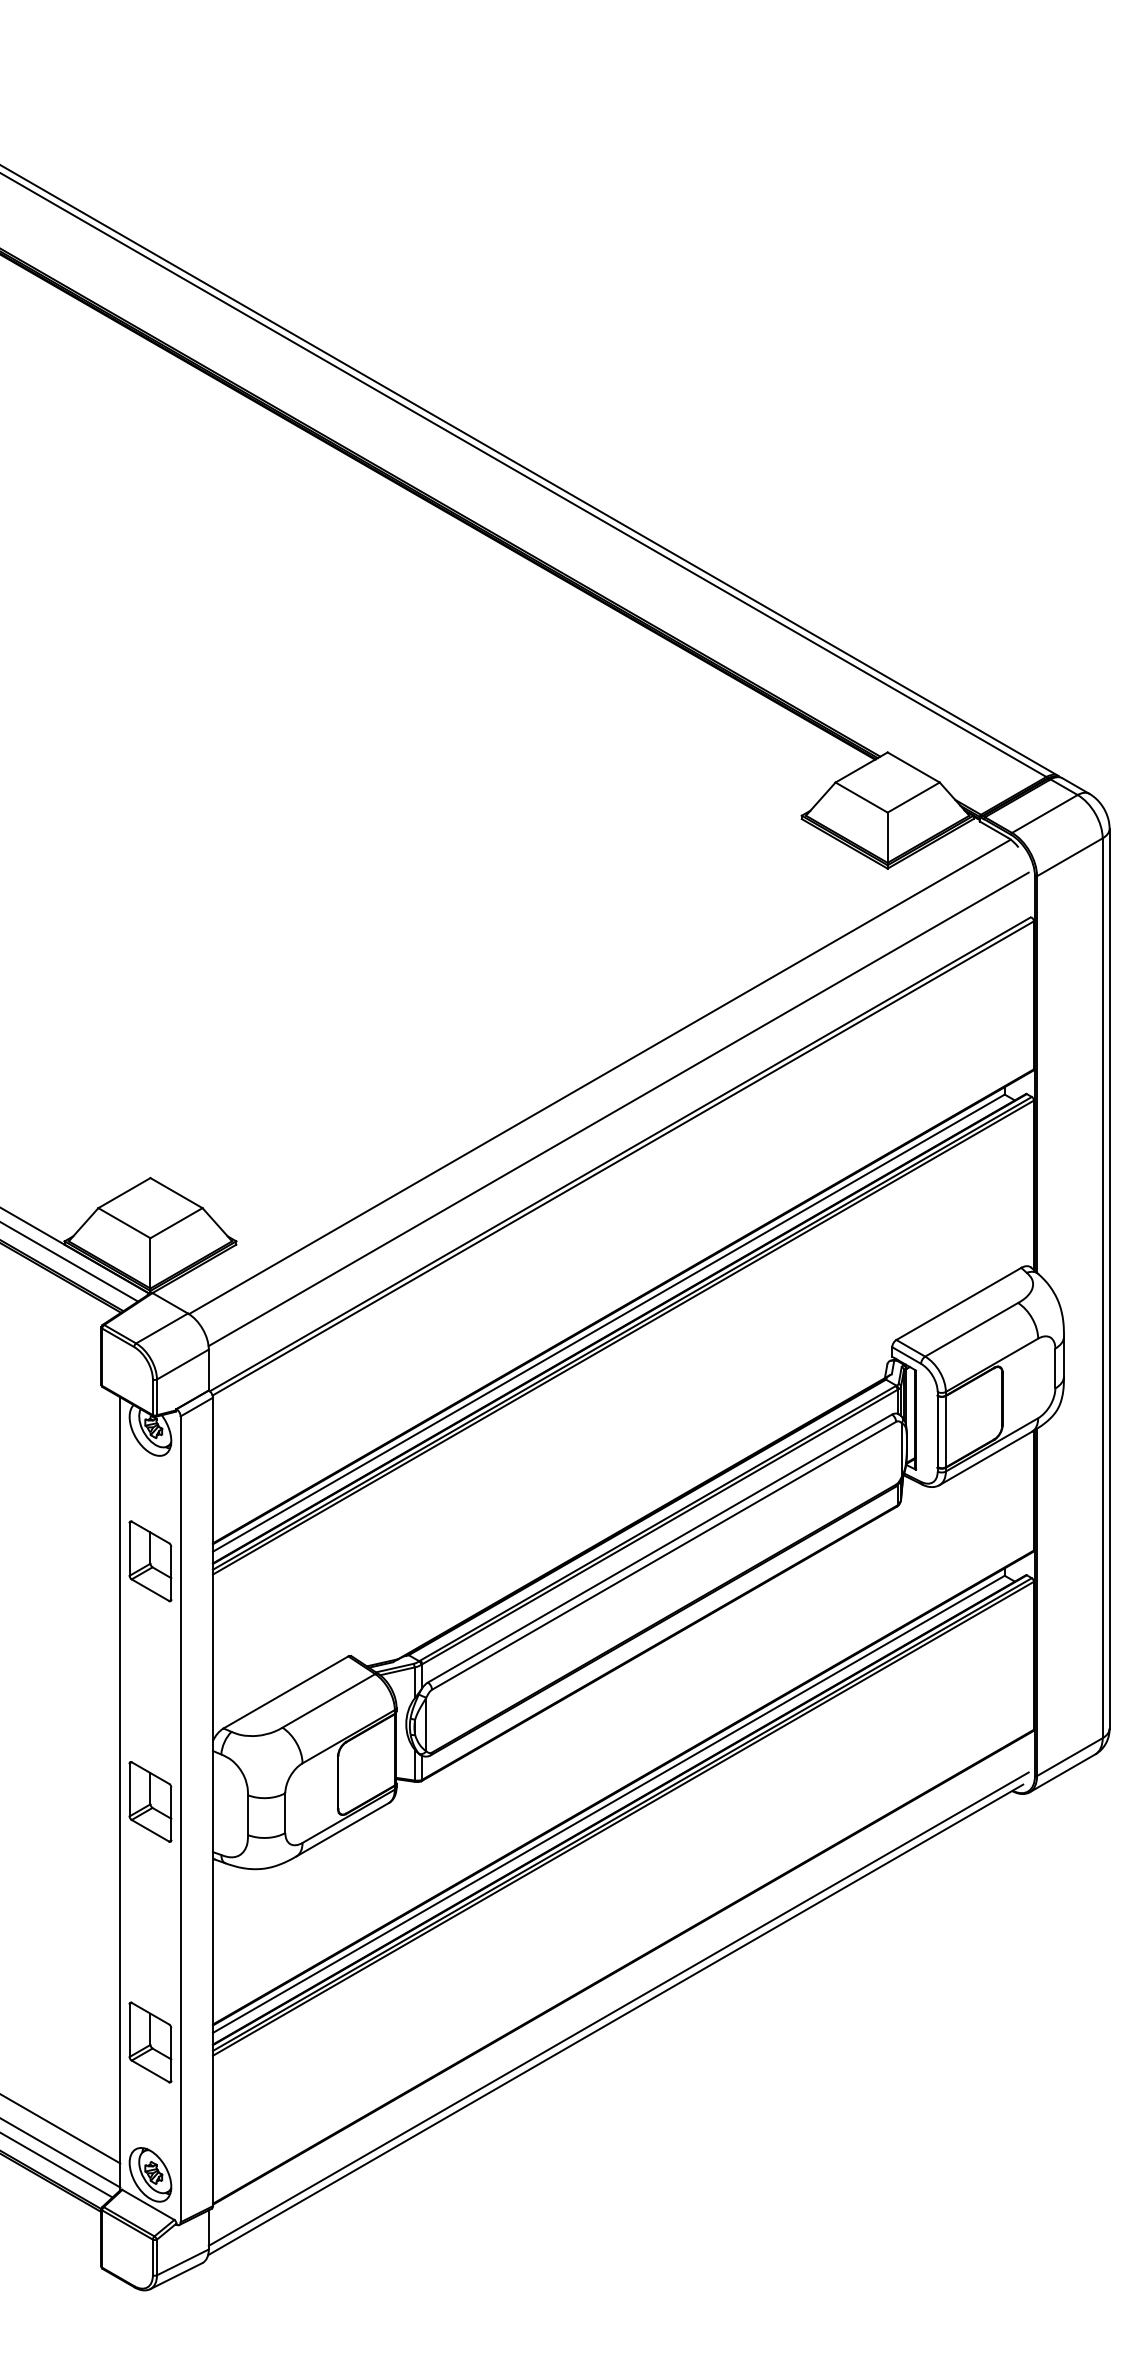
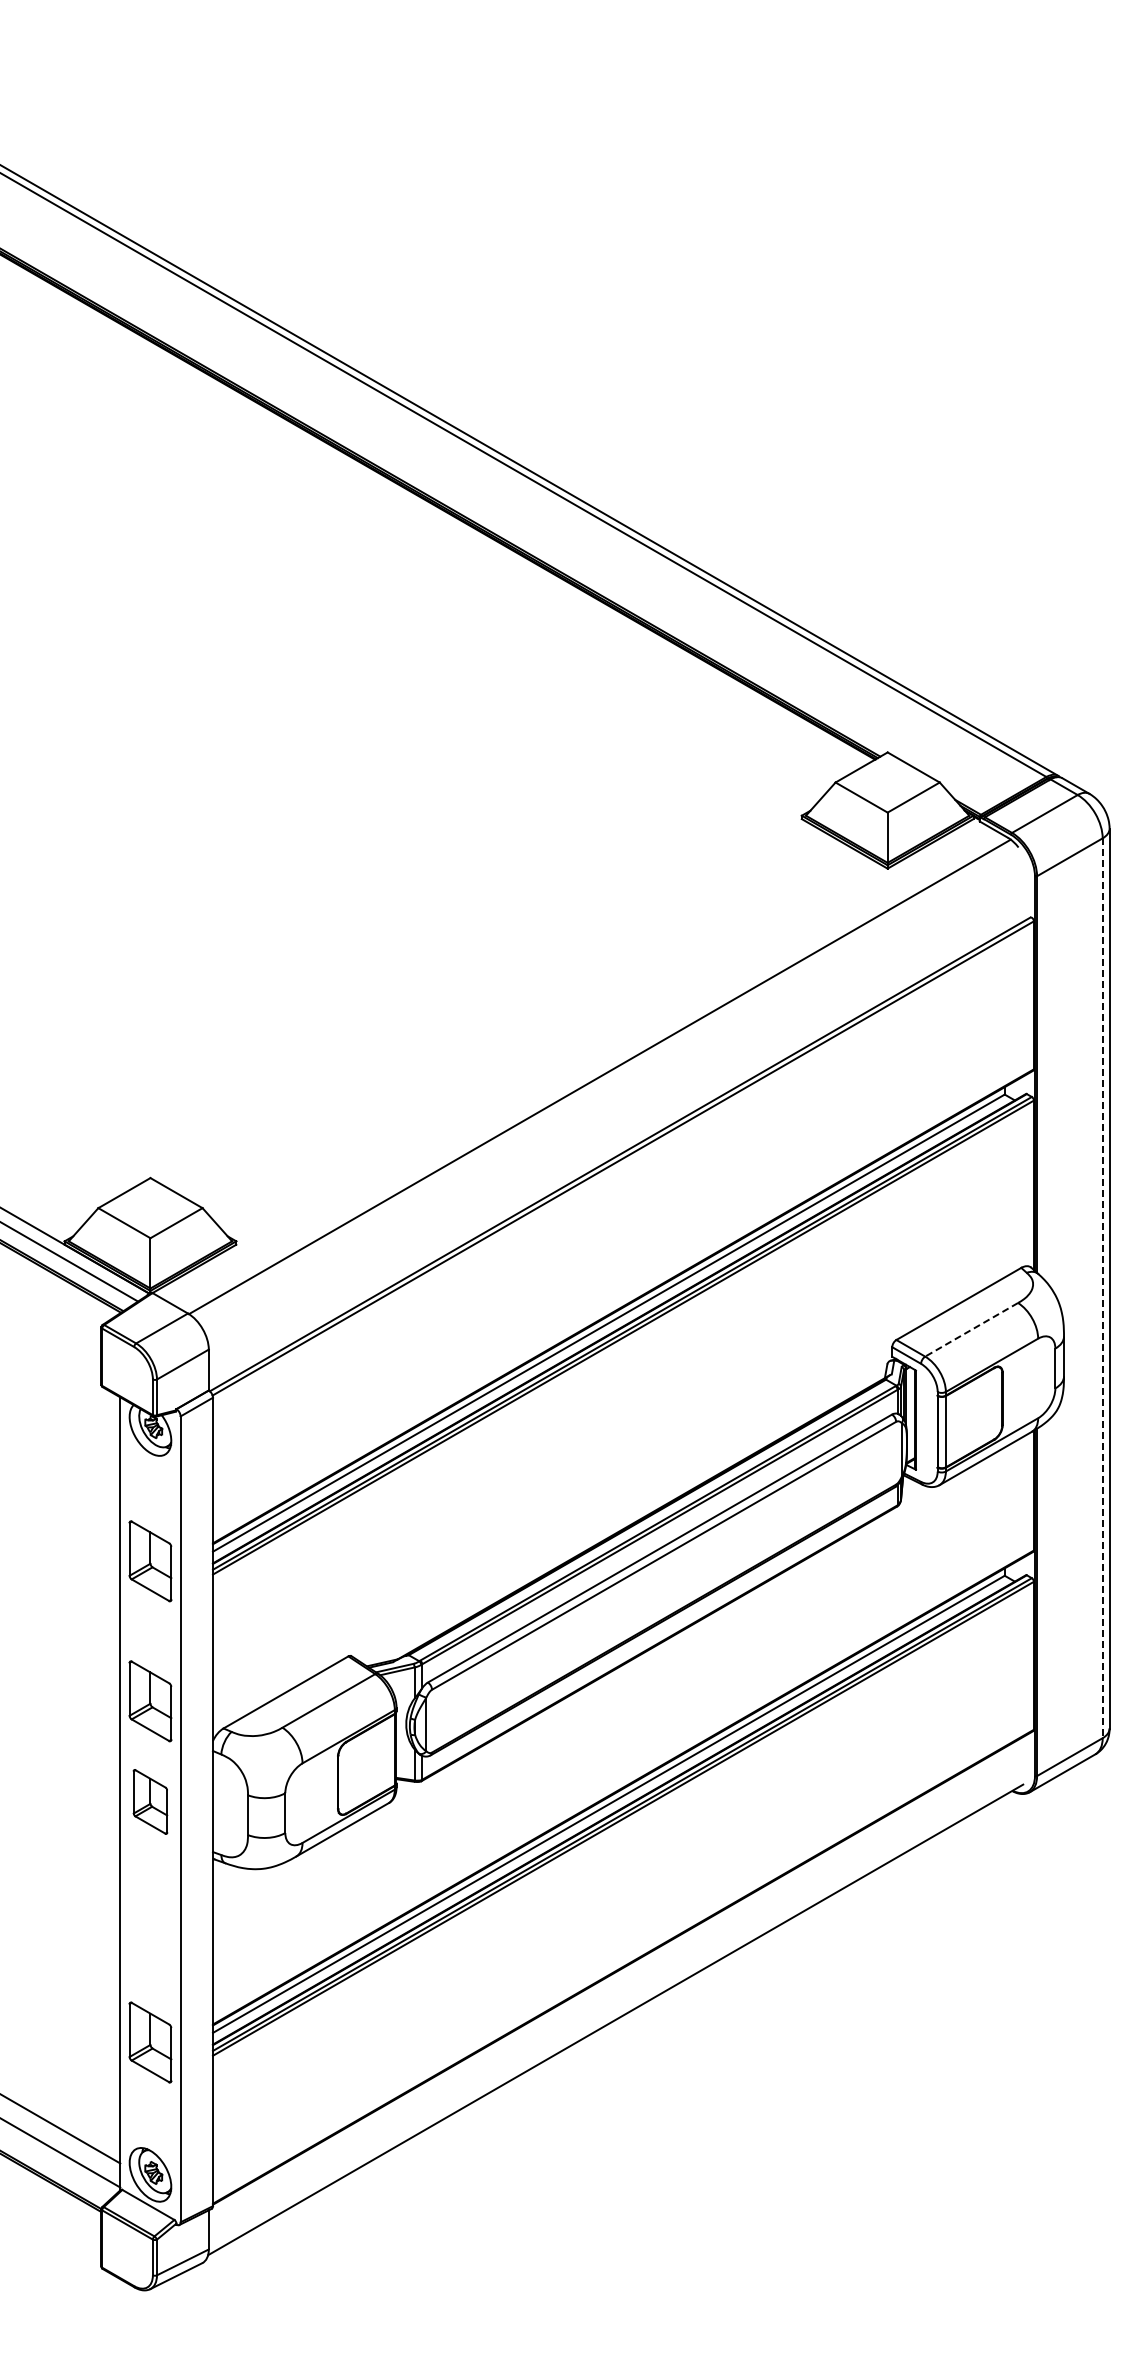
line at (618, 1109): present -> none
line at (1102, 1288): solid -> dashed
line at (971, 1329): solid -> dashed
part at (150, 1701): none -> present
part at (150, 1801) size: 45x82 px -> 37x66 px
line at (618, 2008): present -> none
line at (57, 2165): present -> none
